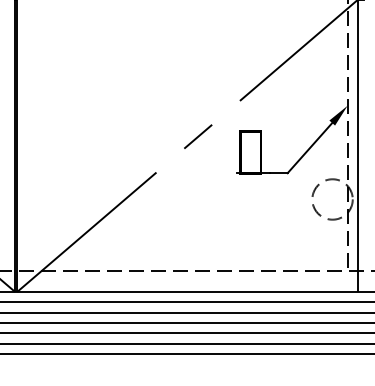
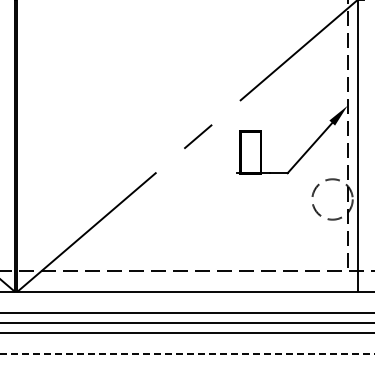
line at (186, 302): present -> none
line at (186, 343): present -> none
line at (187, 354): solid -> dashed
